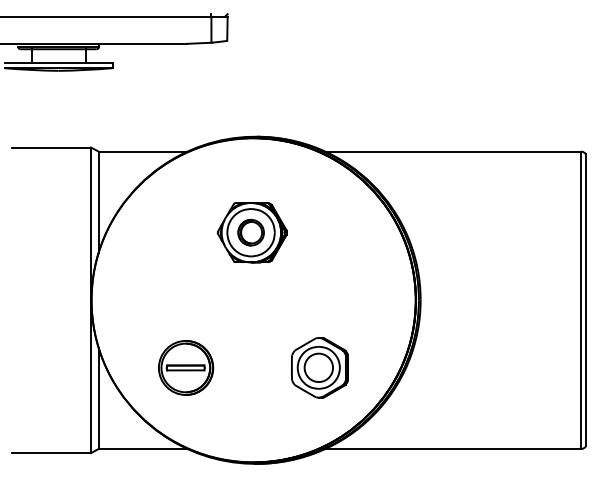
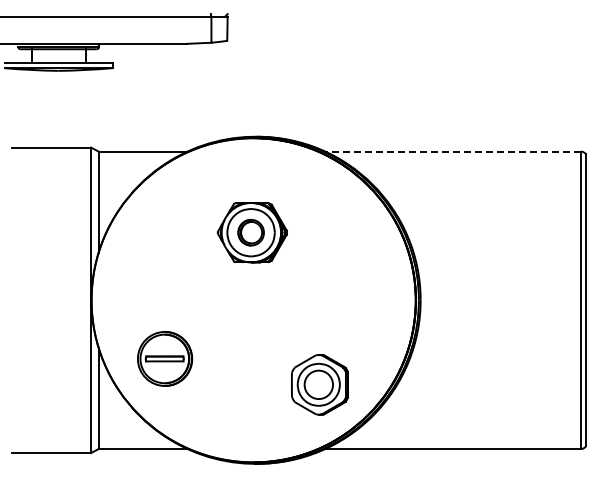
line at (453, 151): solid -> dashed
part at (186, 367) position: (186, 367) -> (165, 358)
part at (319, 367) position: (319, 367) -> (319, 384)
